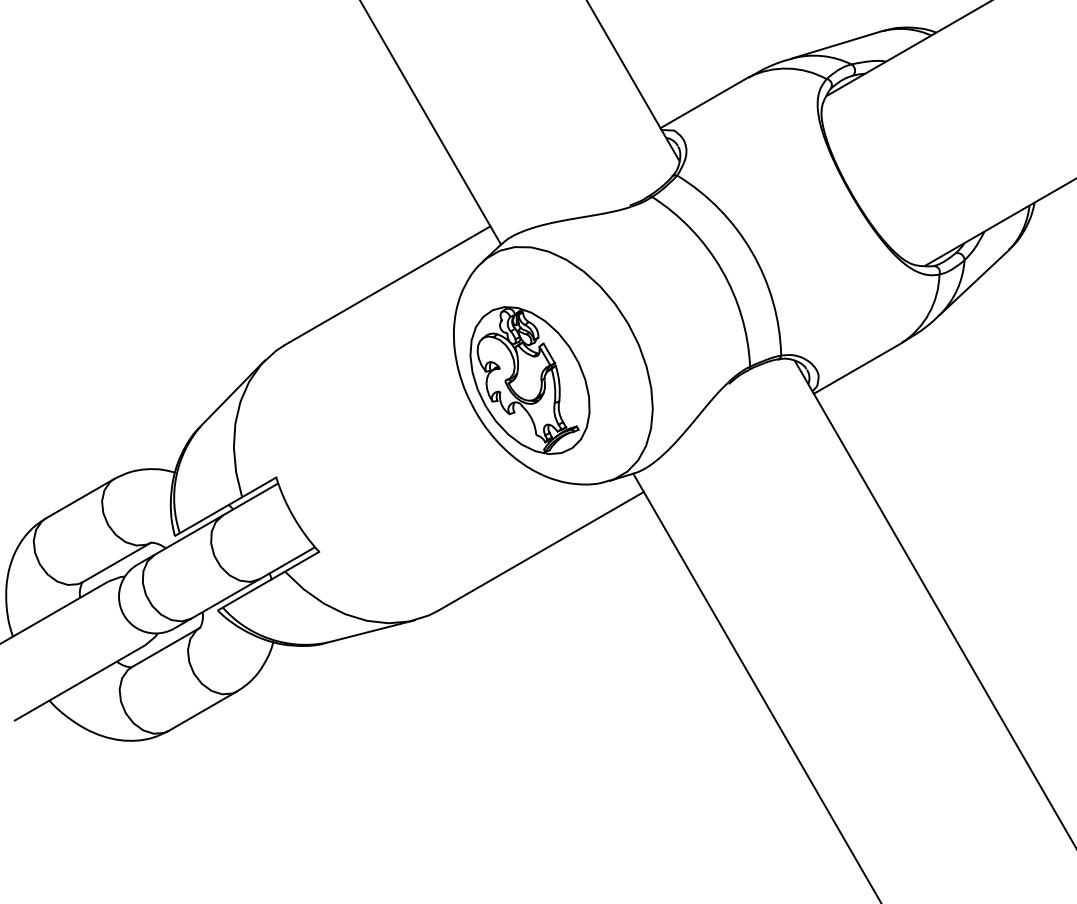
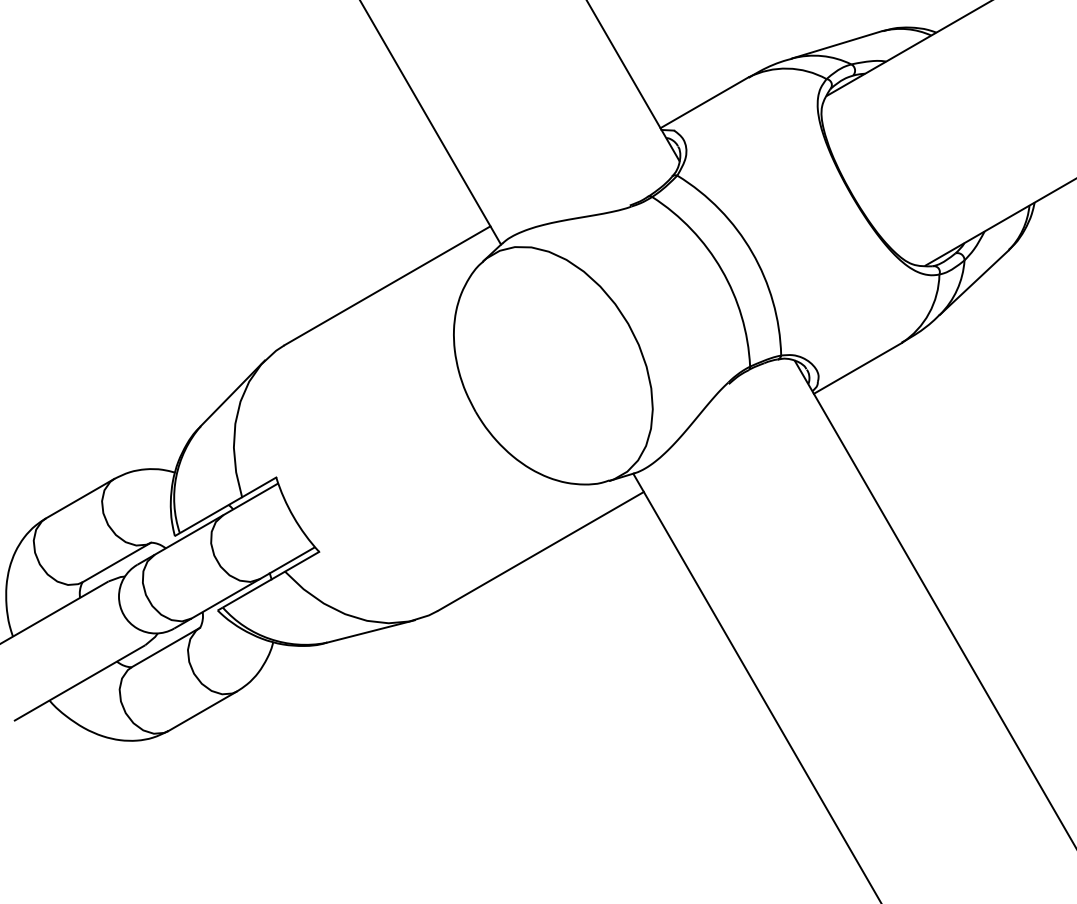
part at (529, 380): present -> none
